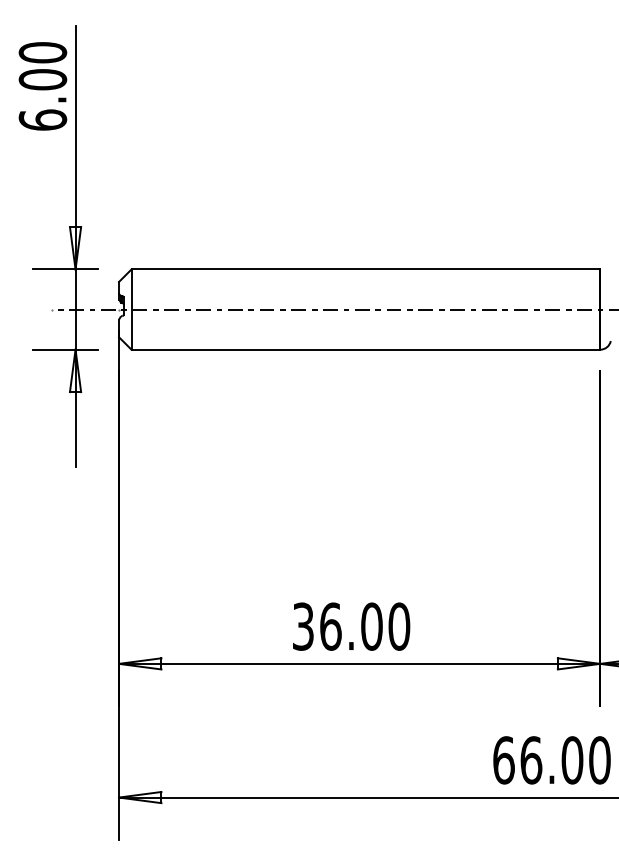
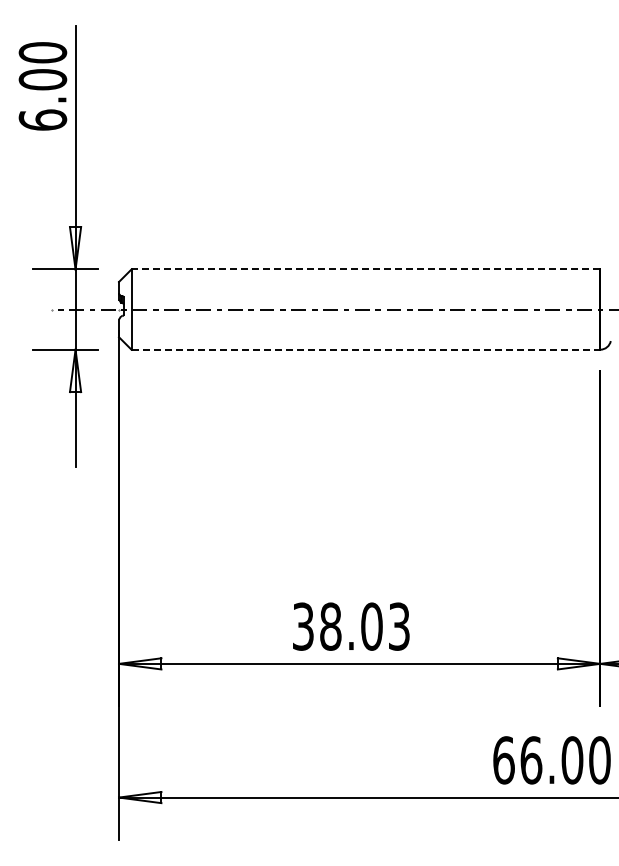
line at (365, 269): solid -> dashed
line at (366, 349): solid -> dashed
text at (365, 626): 36.00 -> 38.03
